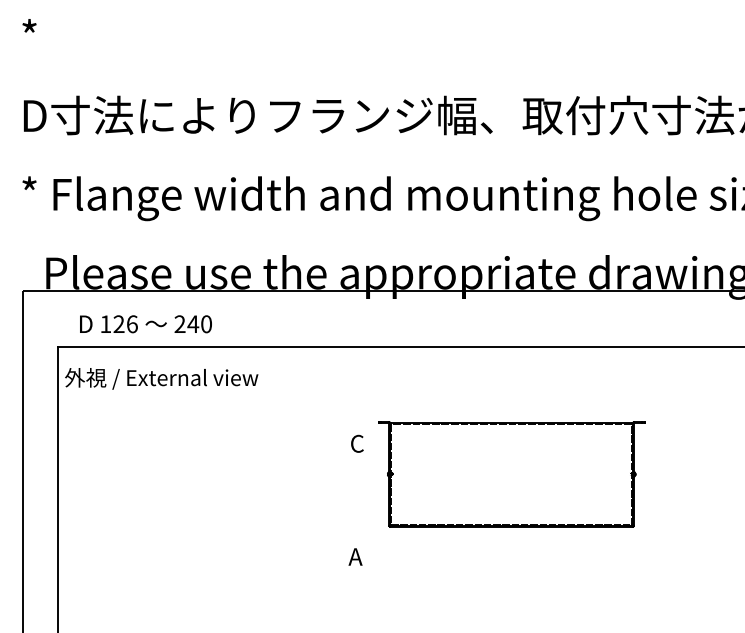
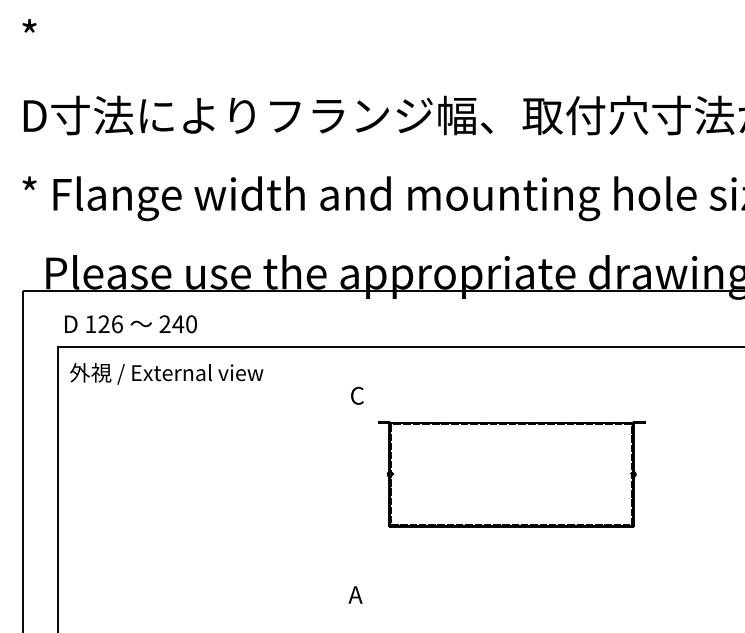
text at (145, 324) position: (145, 324) -> (130, 324)
text at (161, 378) position: (161, 378) -> (166, 373)
text at (357, 443) position: (357, 443) -> (357, 395)
text at (355, 556) position: (355, 556) -> (355, 594)
